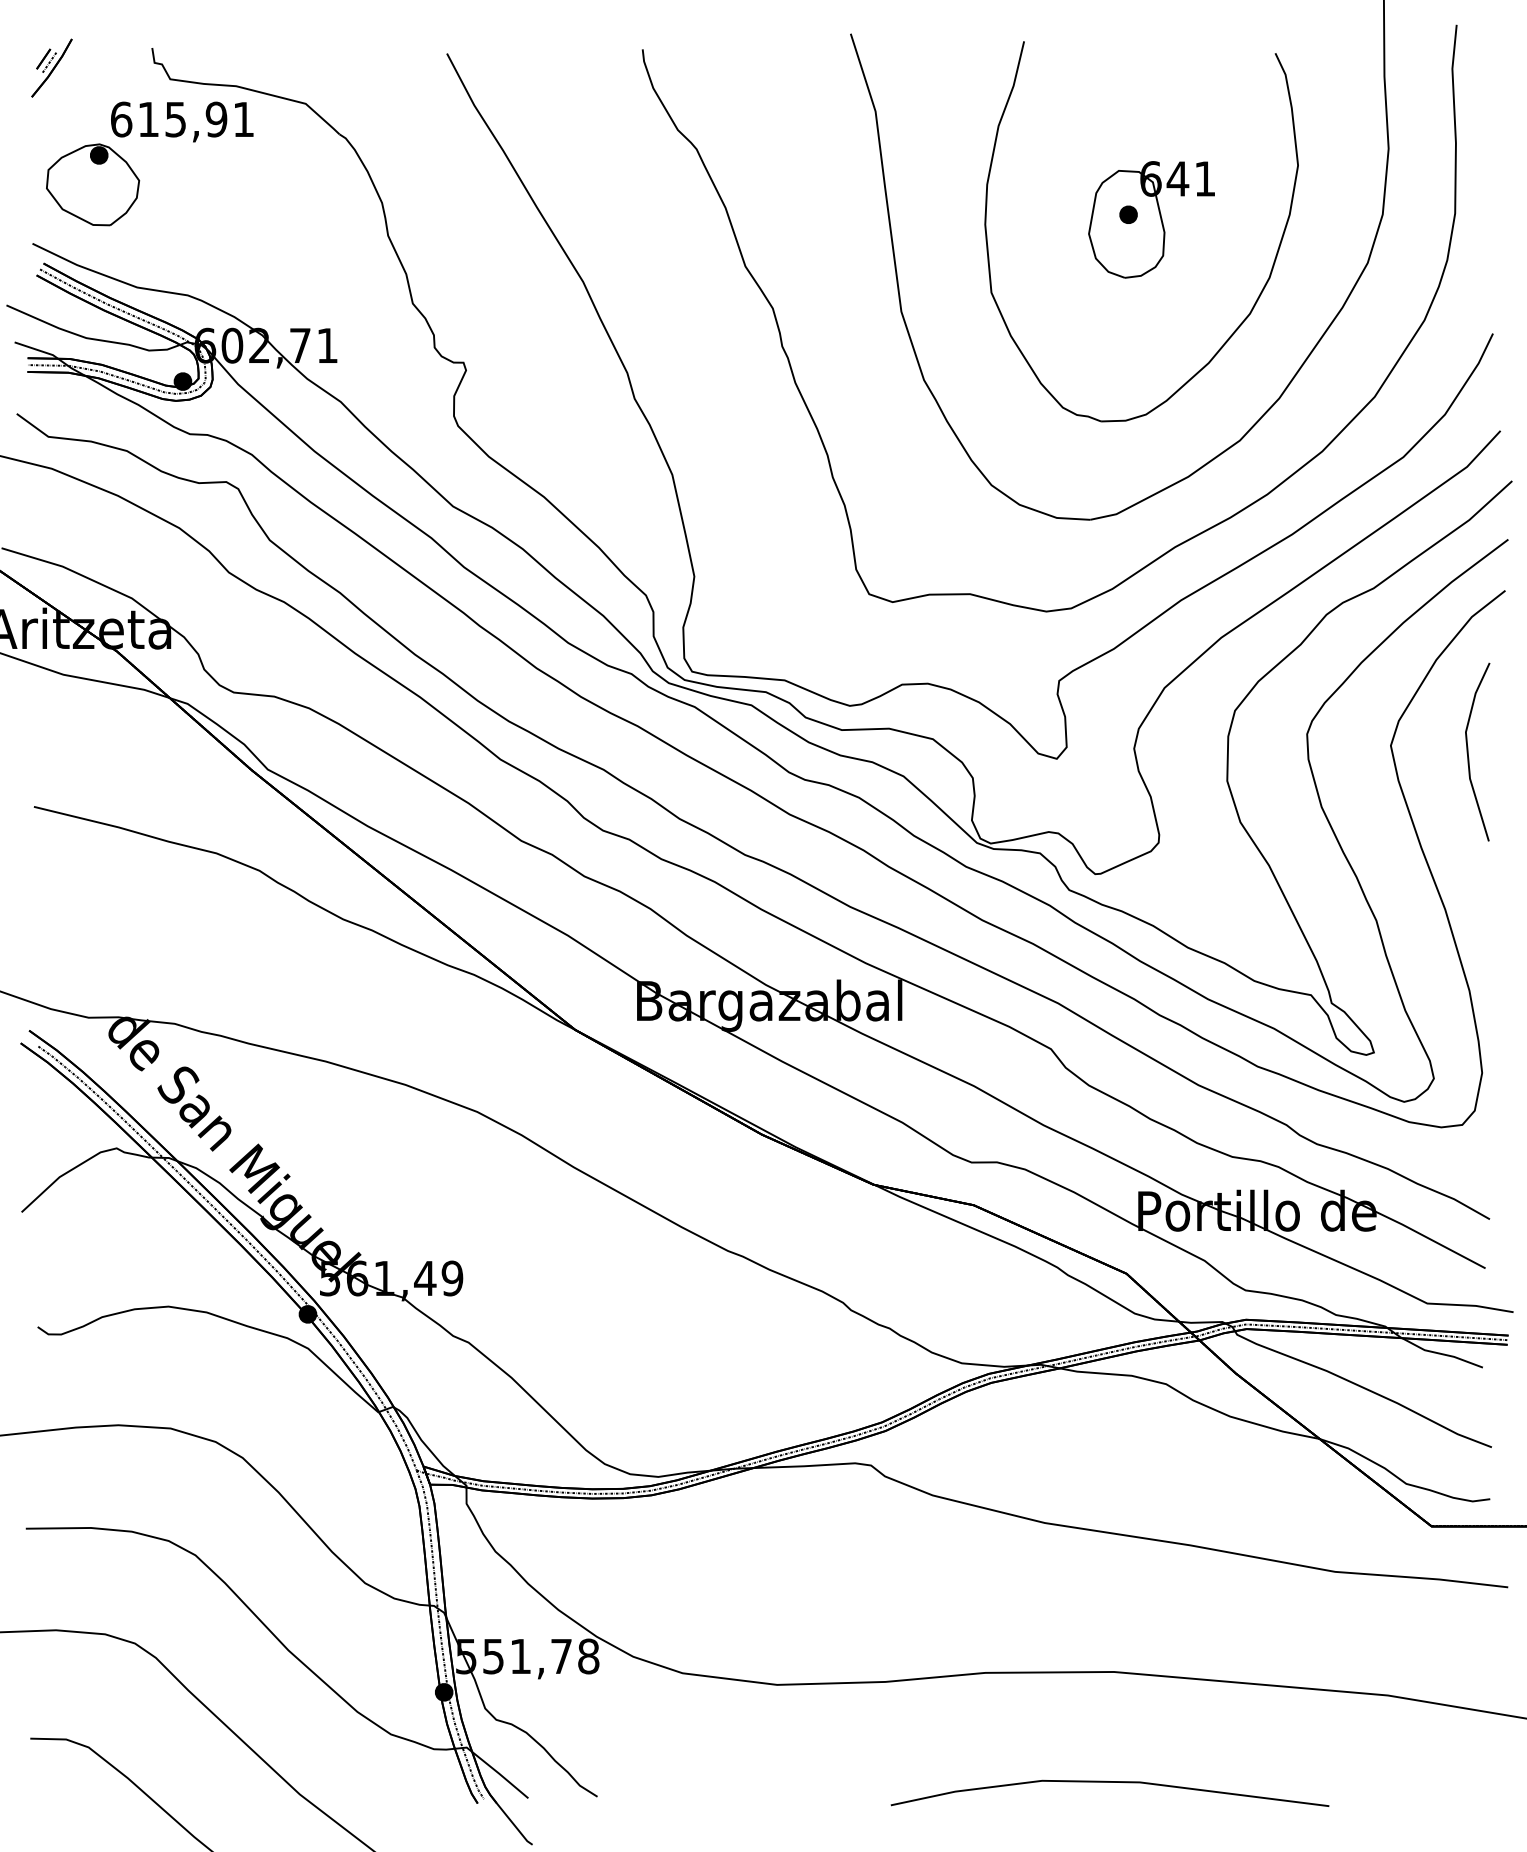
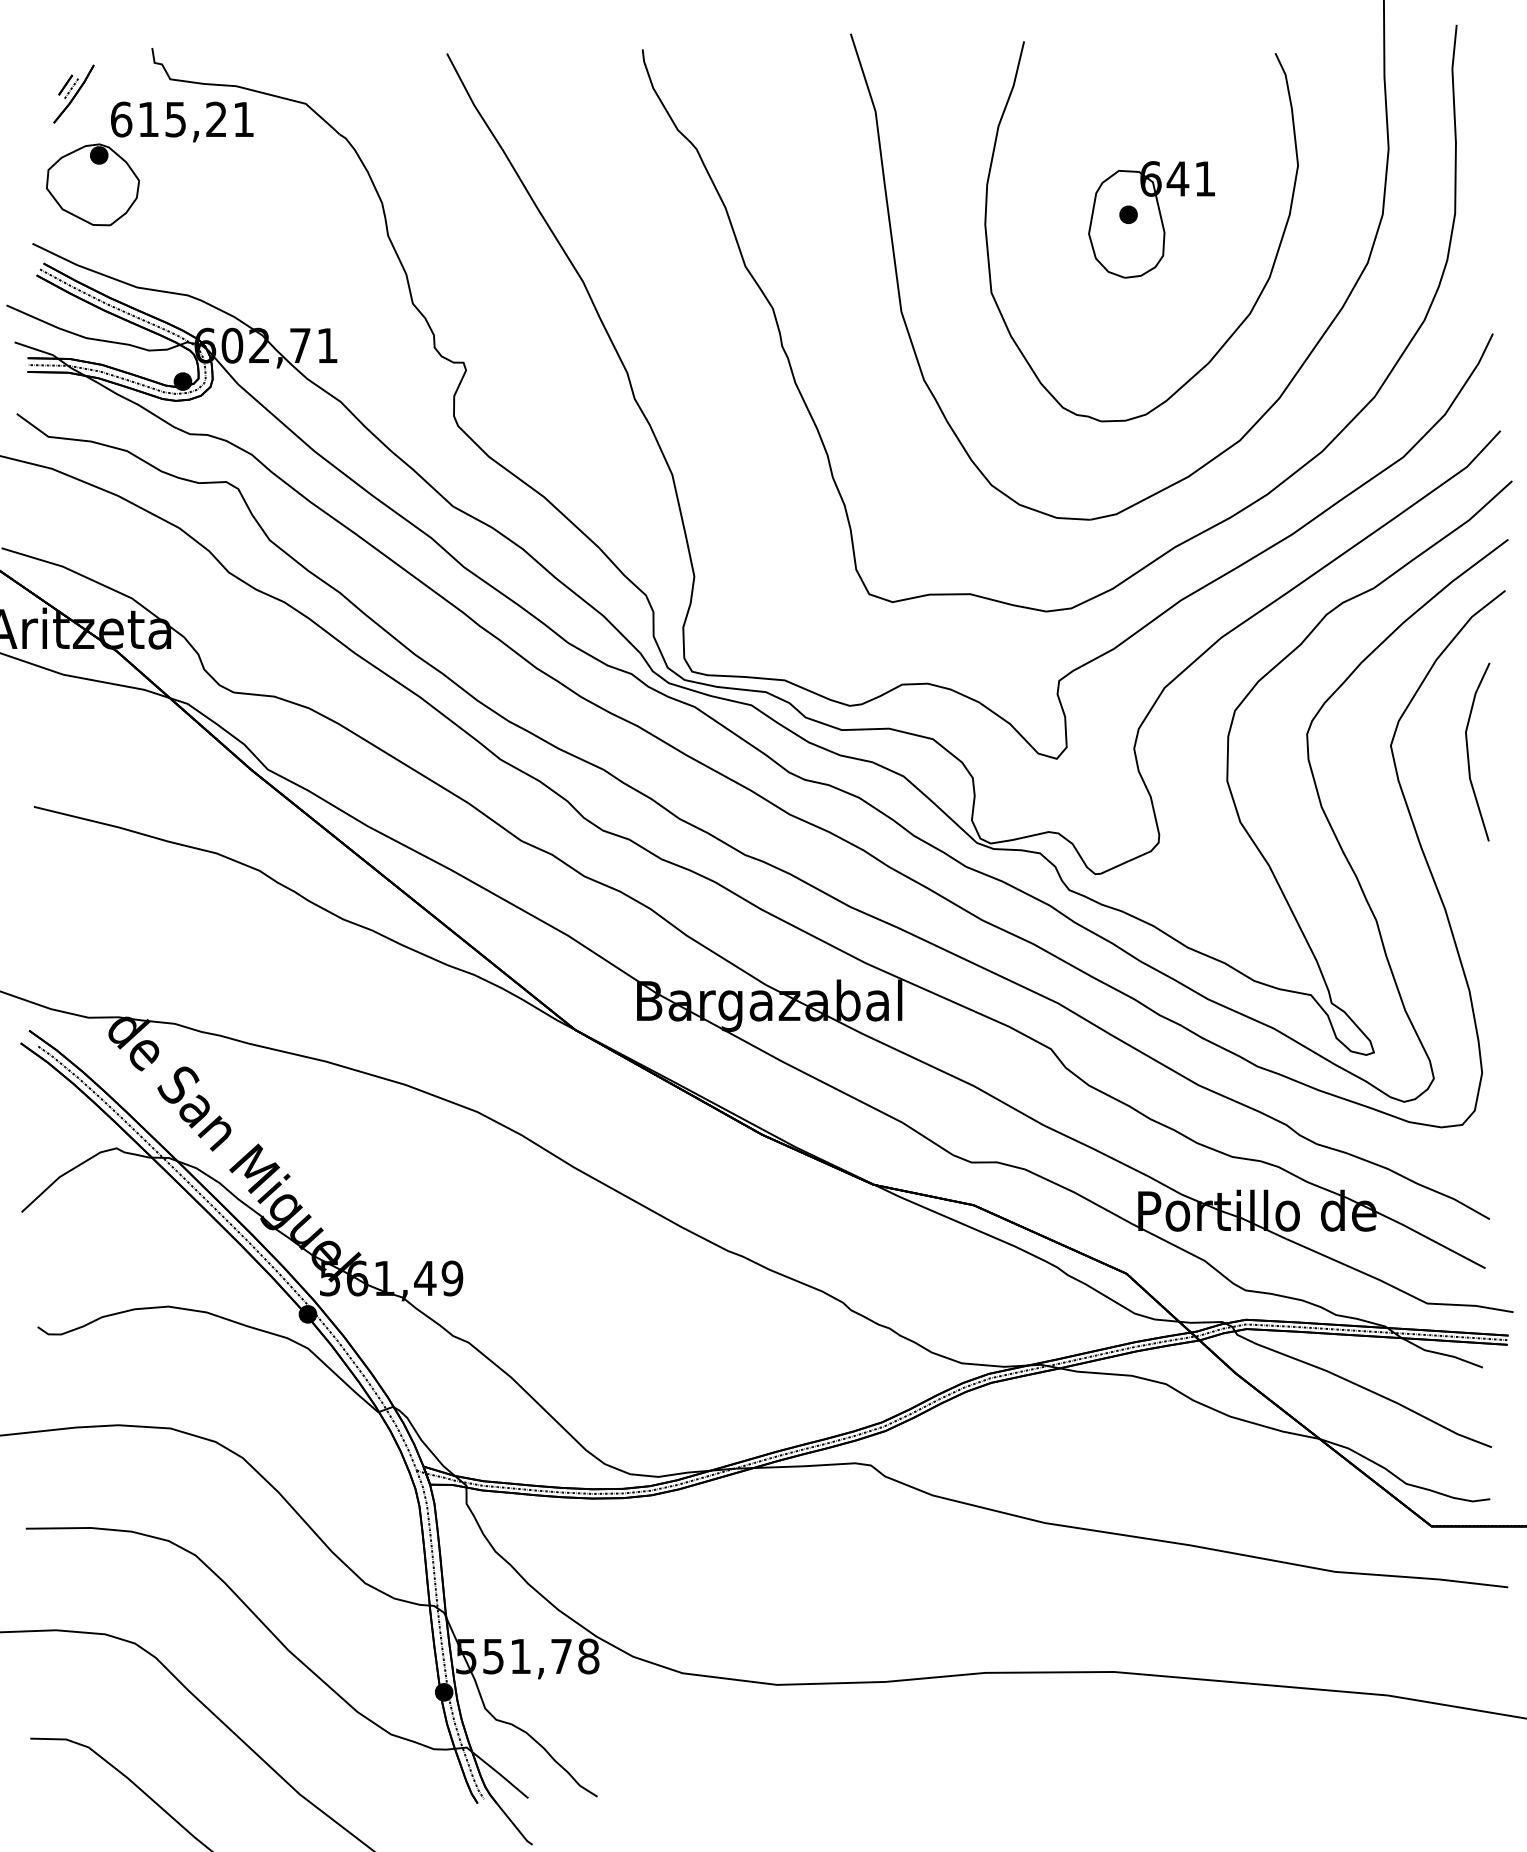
part at (51, 67) position: (51, 67) -> (73, 93)
text at (216, 119): 615,91 -> 615,21
line at (1109, 1782): present -> none
